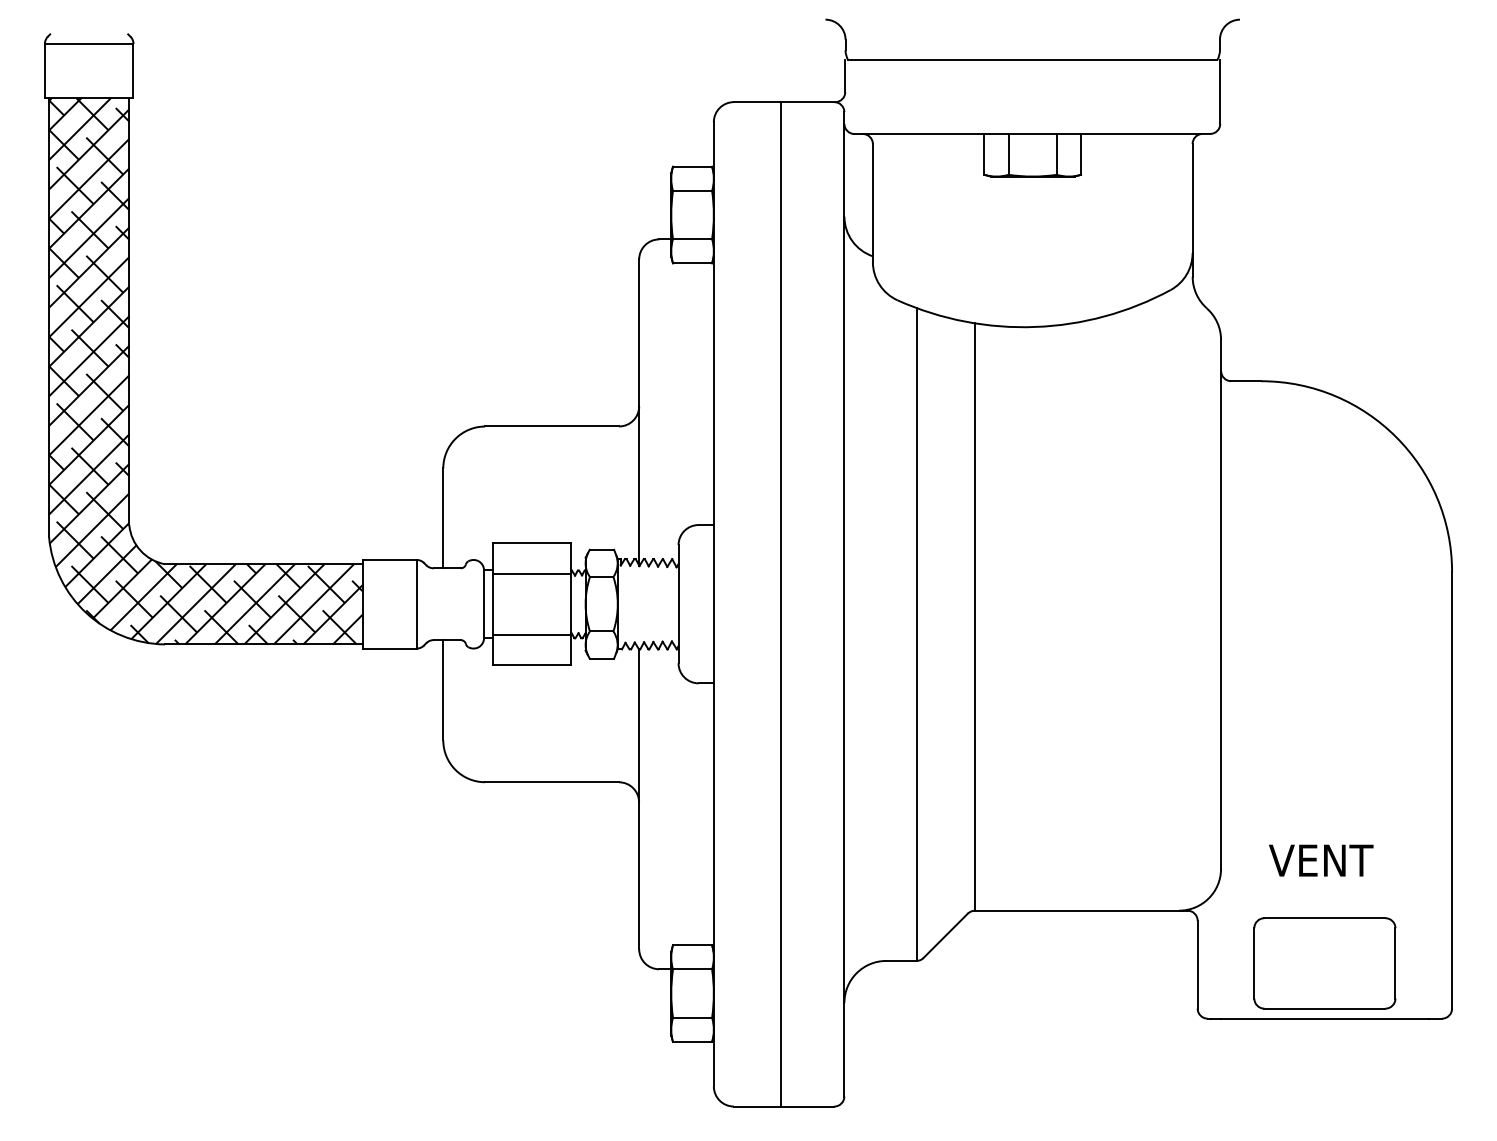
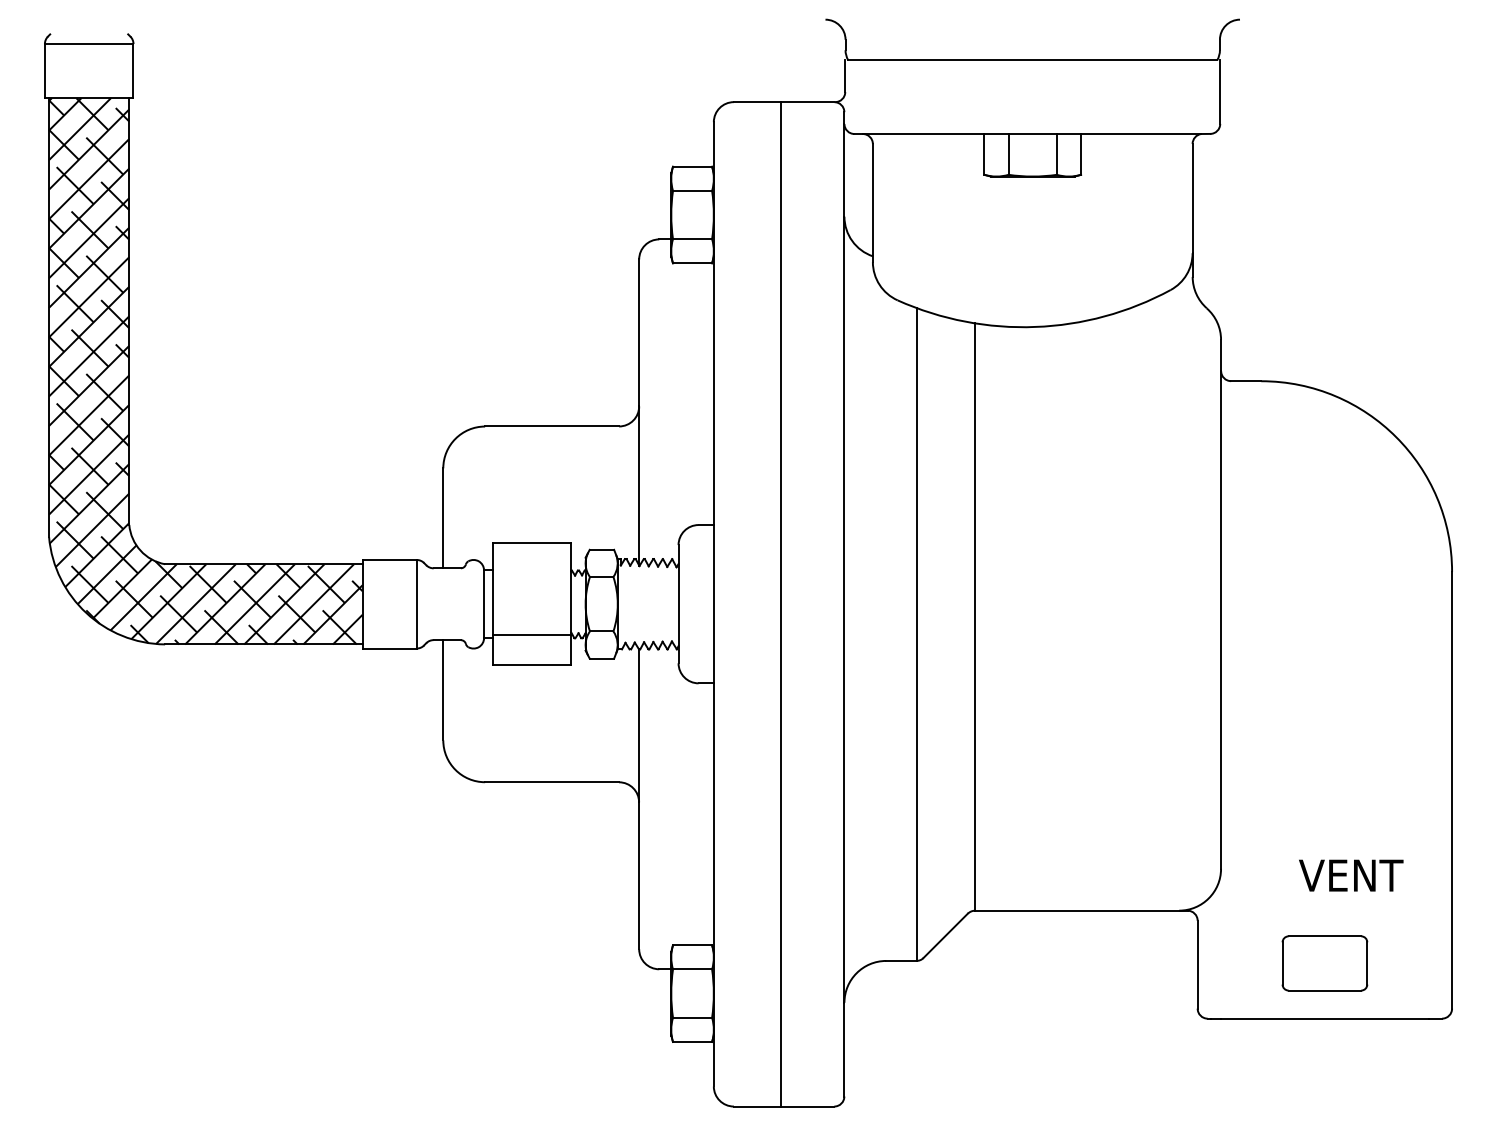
line at (531, 573): present -> none
text at (1321, 860) position: (1321, 860) -> (1351, 875)
part at (1324, 963) size: 144x93 px -> 88x57 px
